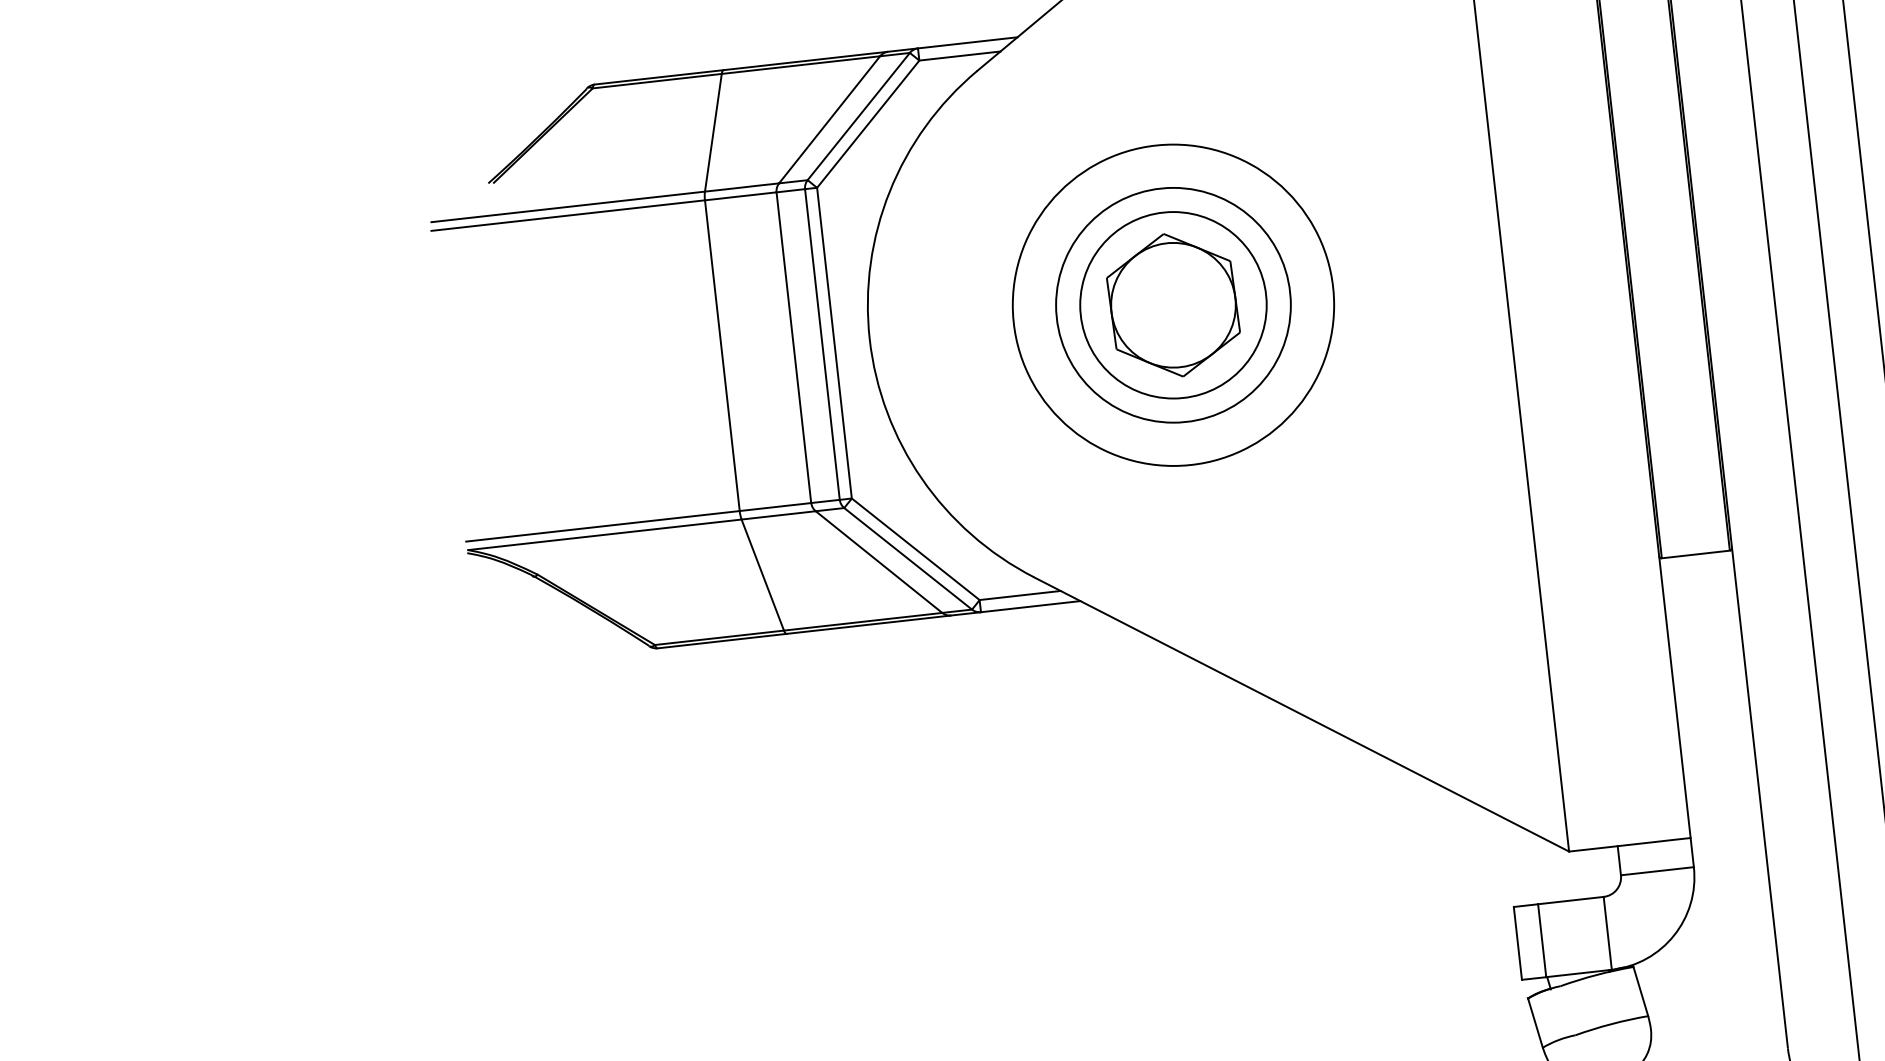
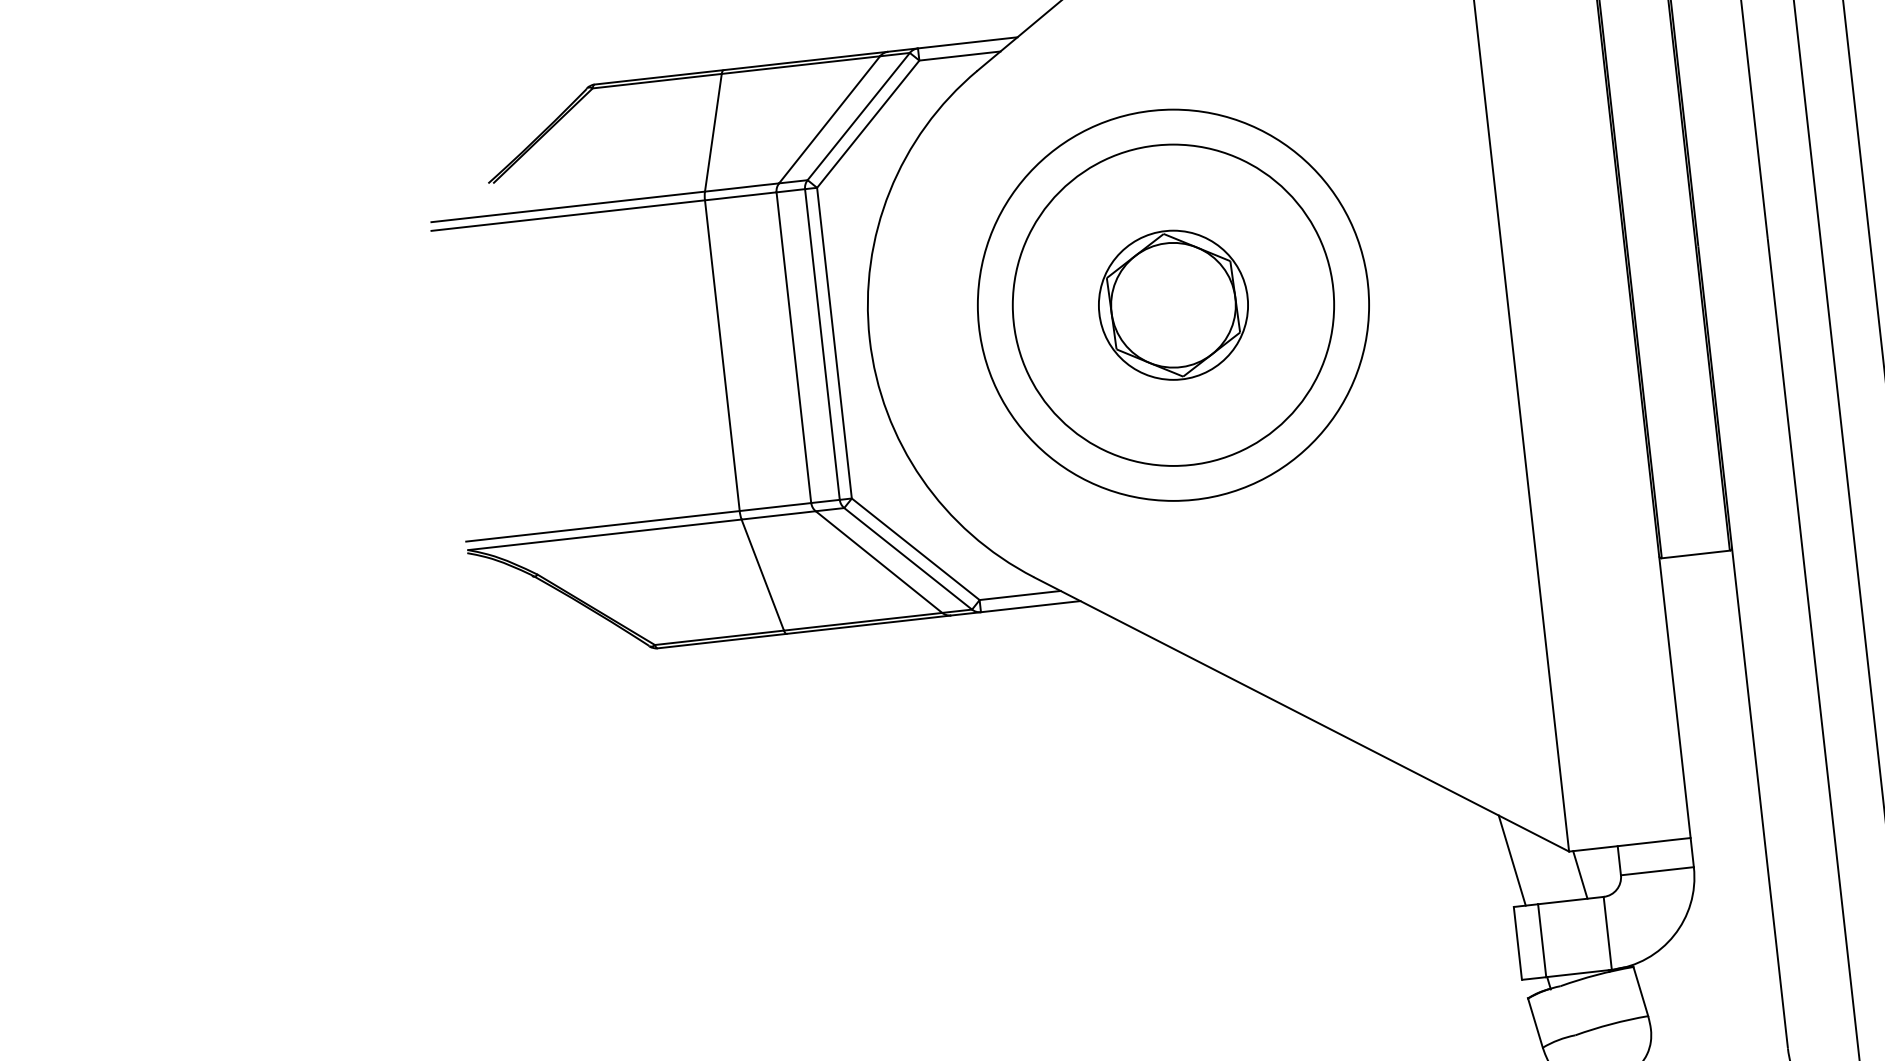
circle at (1173, 304) diameter: 235 px -> 391 px
circle at (1173, 305) diameter: 186 px -> 149 px
line at (1511, 860): none -> present
line at (1580, 874): none -> present
